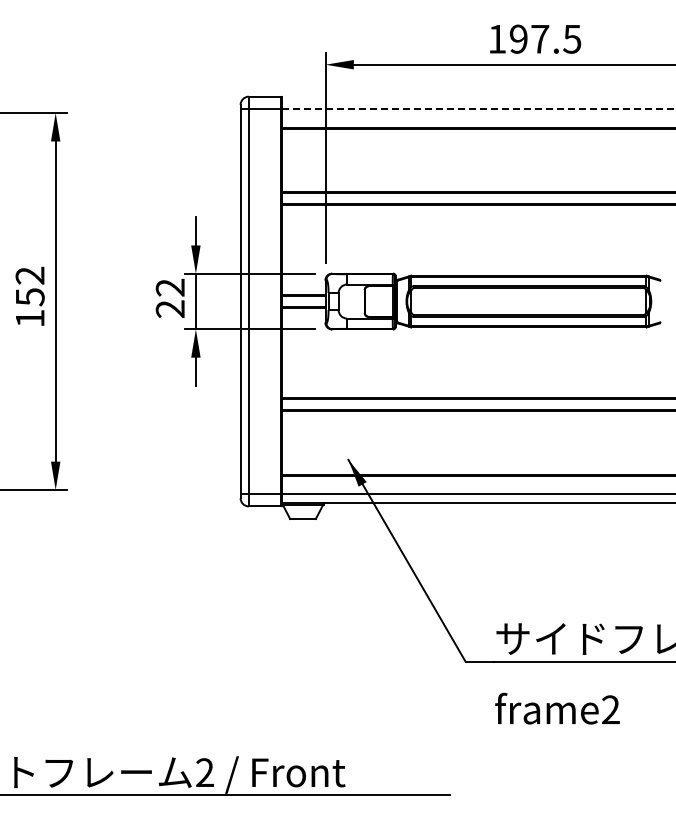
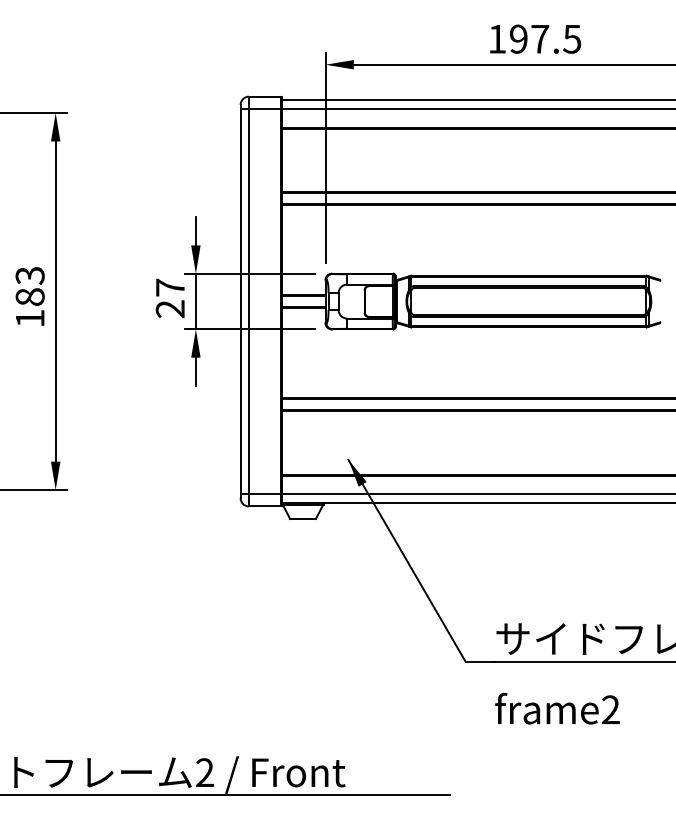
line at (476, 99): none -> present
line at (478, 109): dashed -> solid
text at (29, 286): 152 -> 183
text at (169, 287): 22 -> 27
